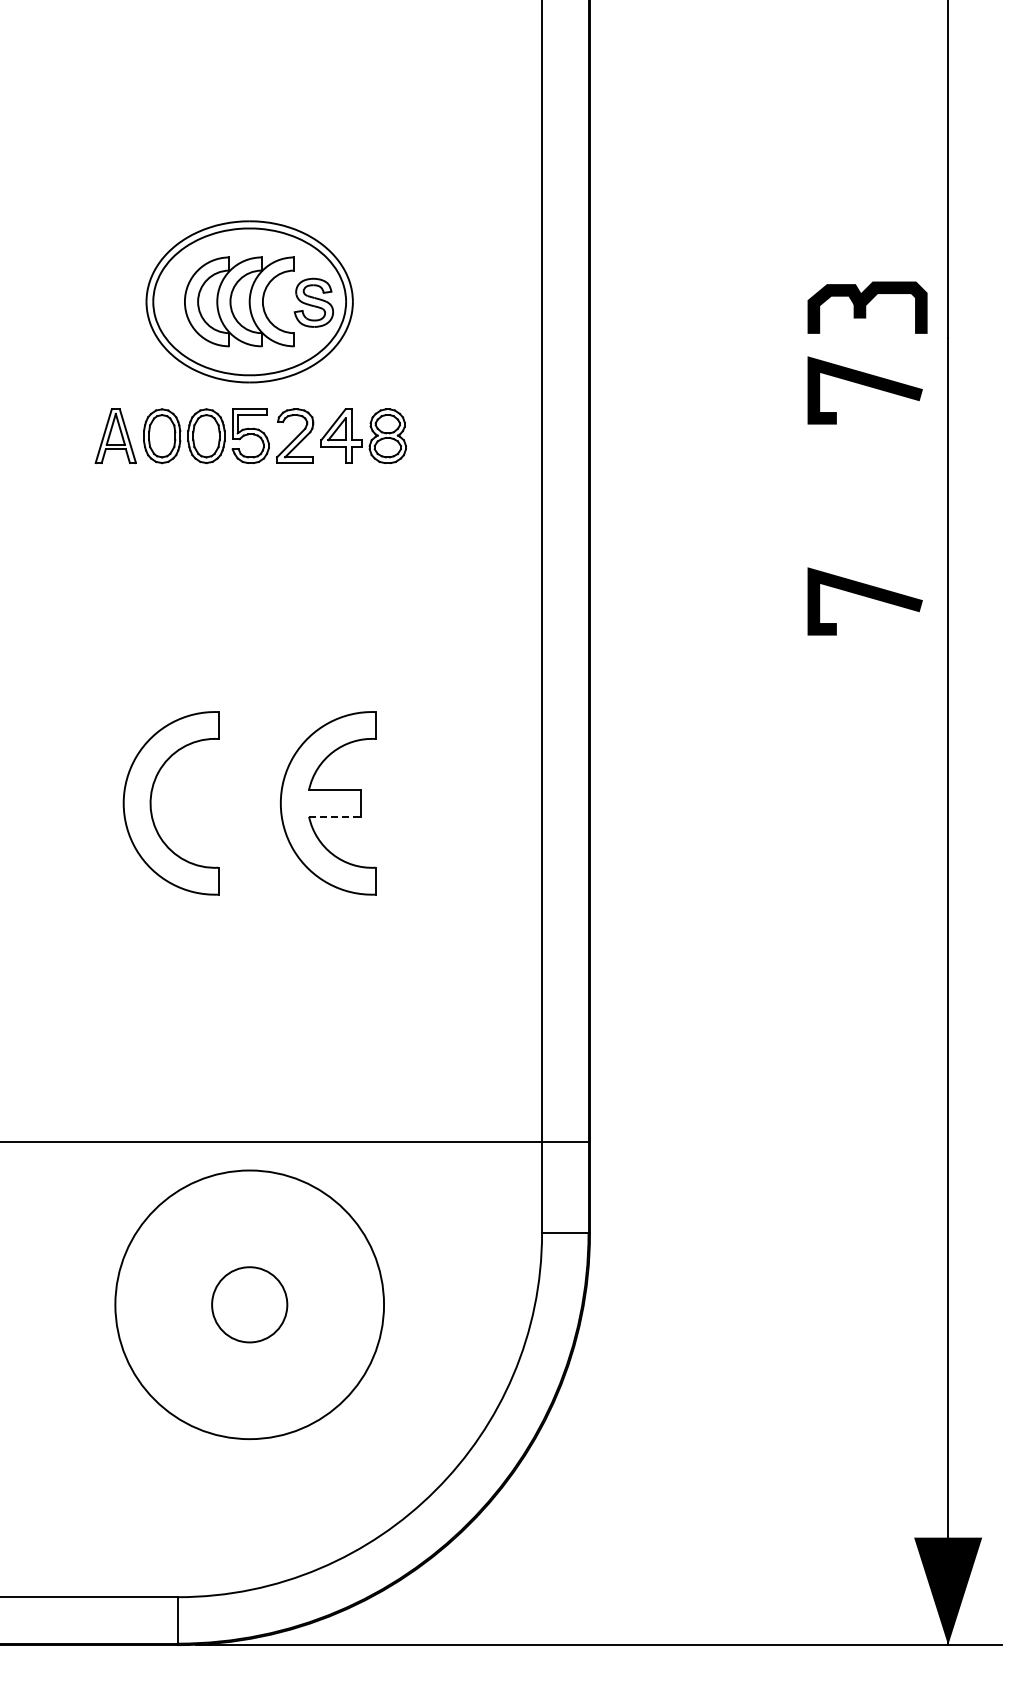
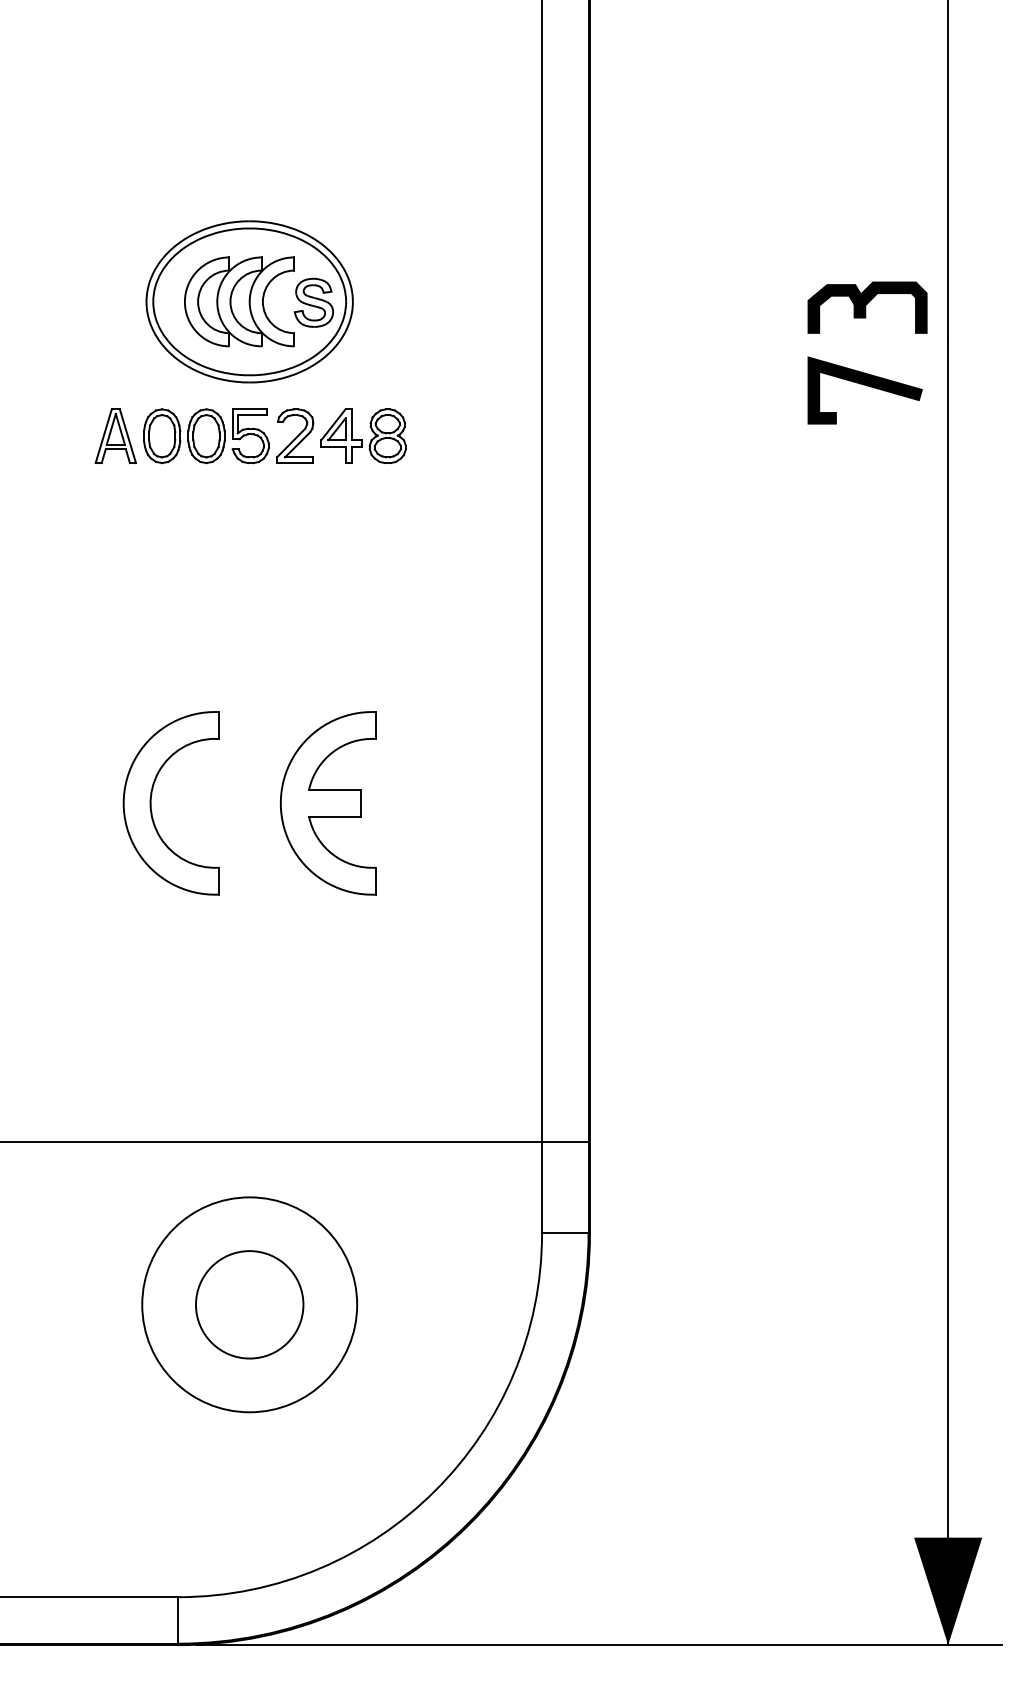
line at (866, 597): present -> none
line at (335, 816): dashed -> solid
circle at (249, 1304) diameter: 269 px -> 215 px
circle at (249, 1304) diameter: 75 px -> 107 px
